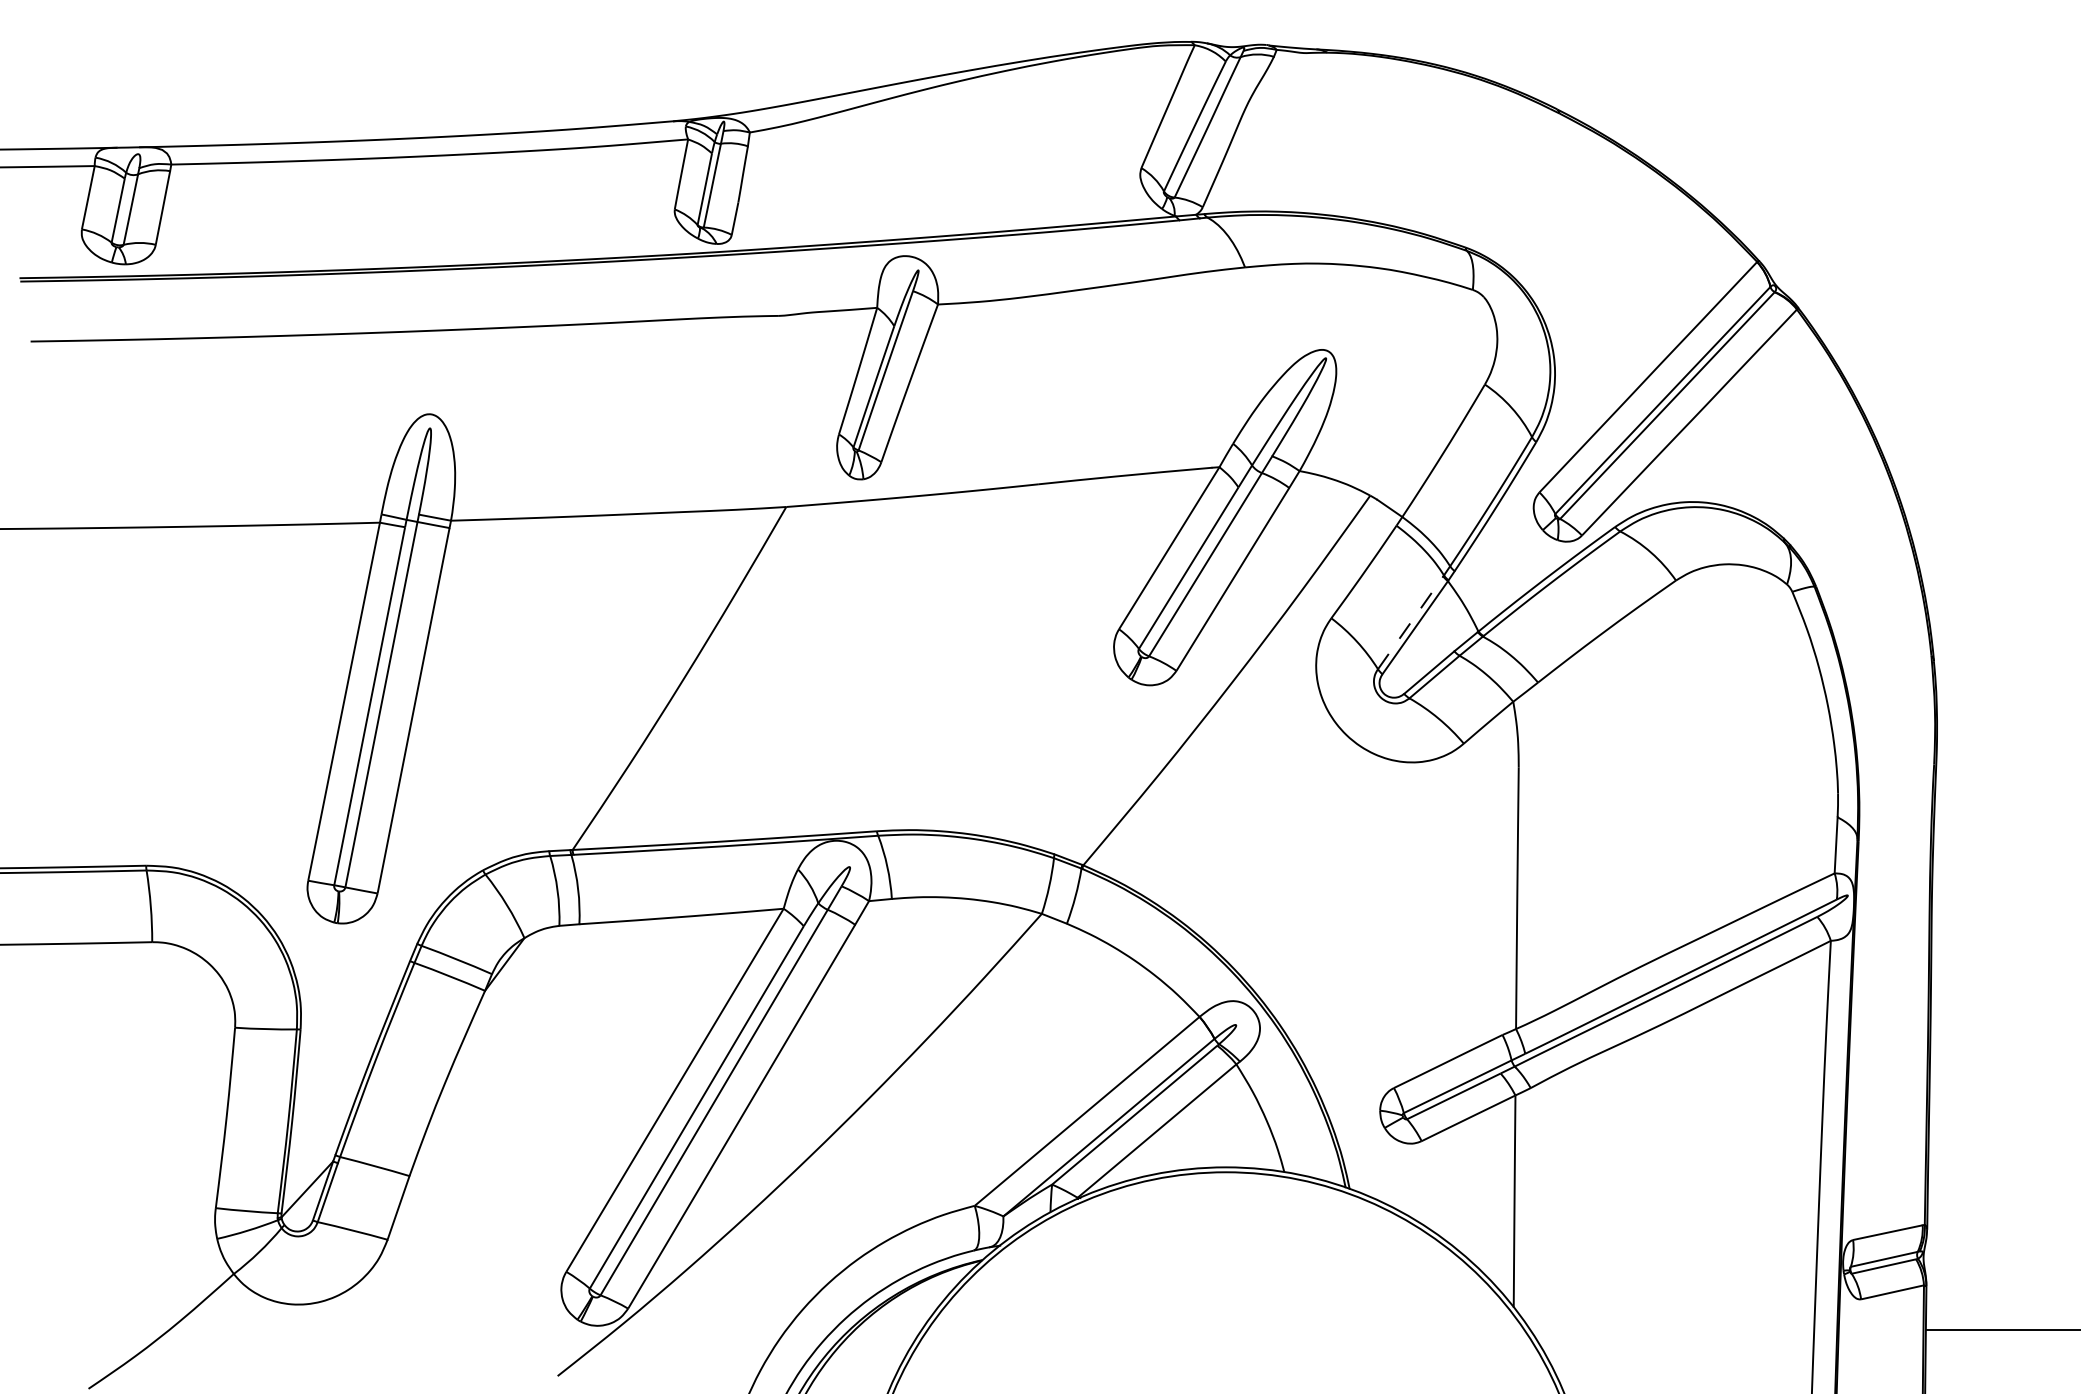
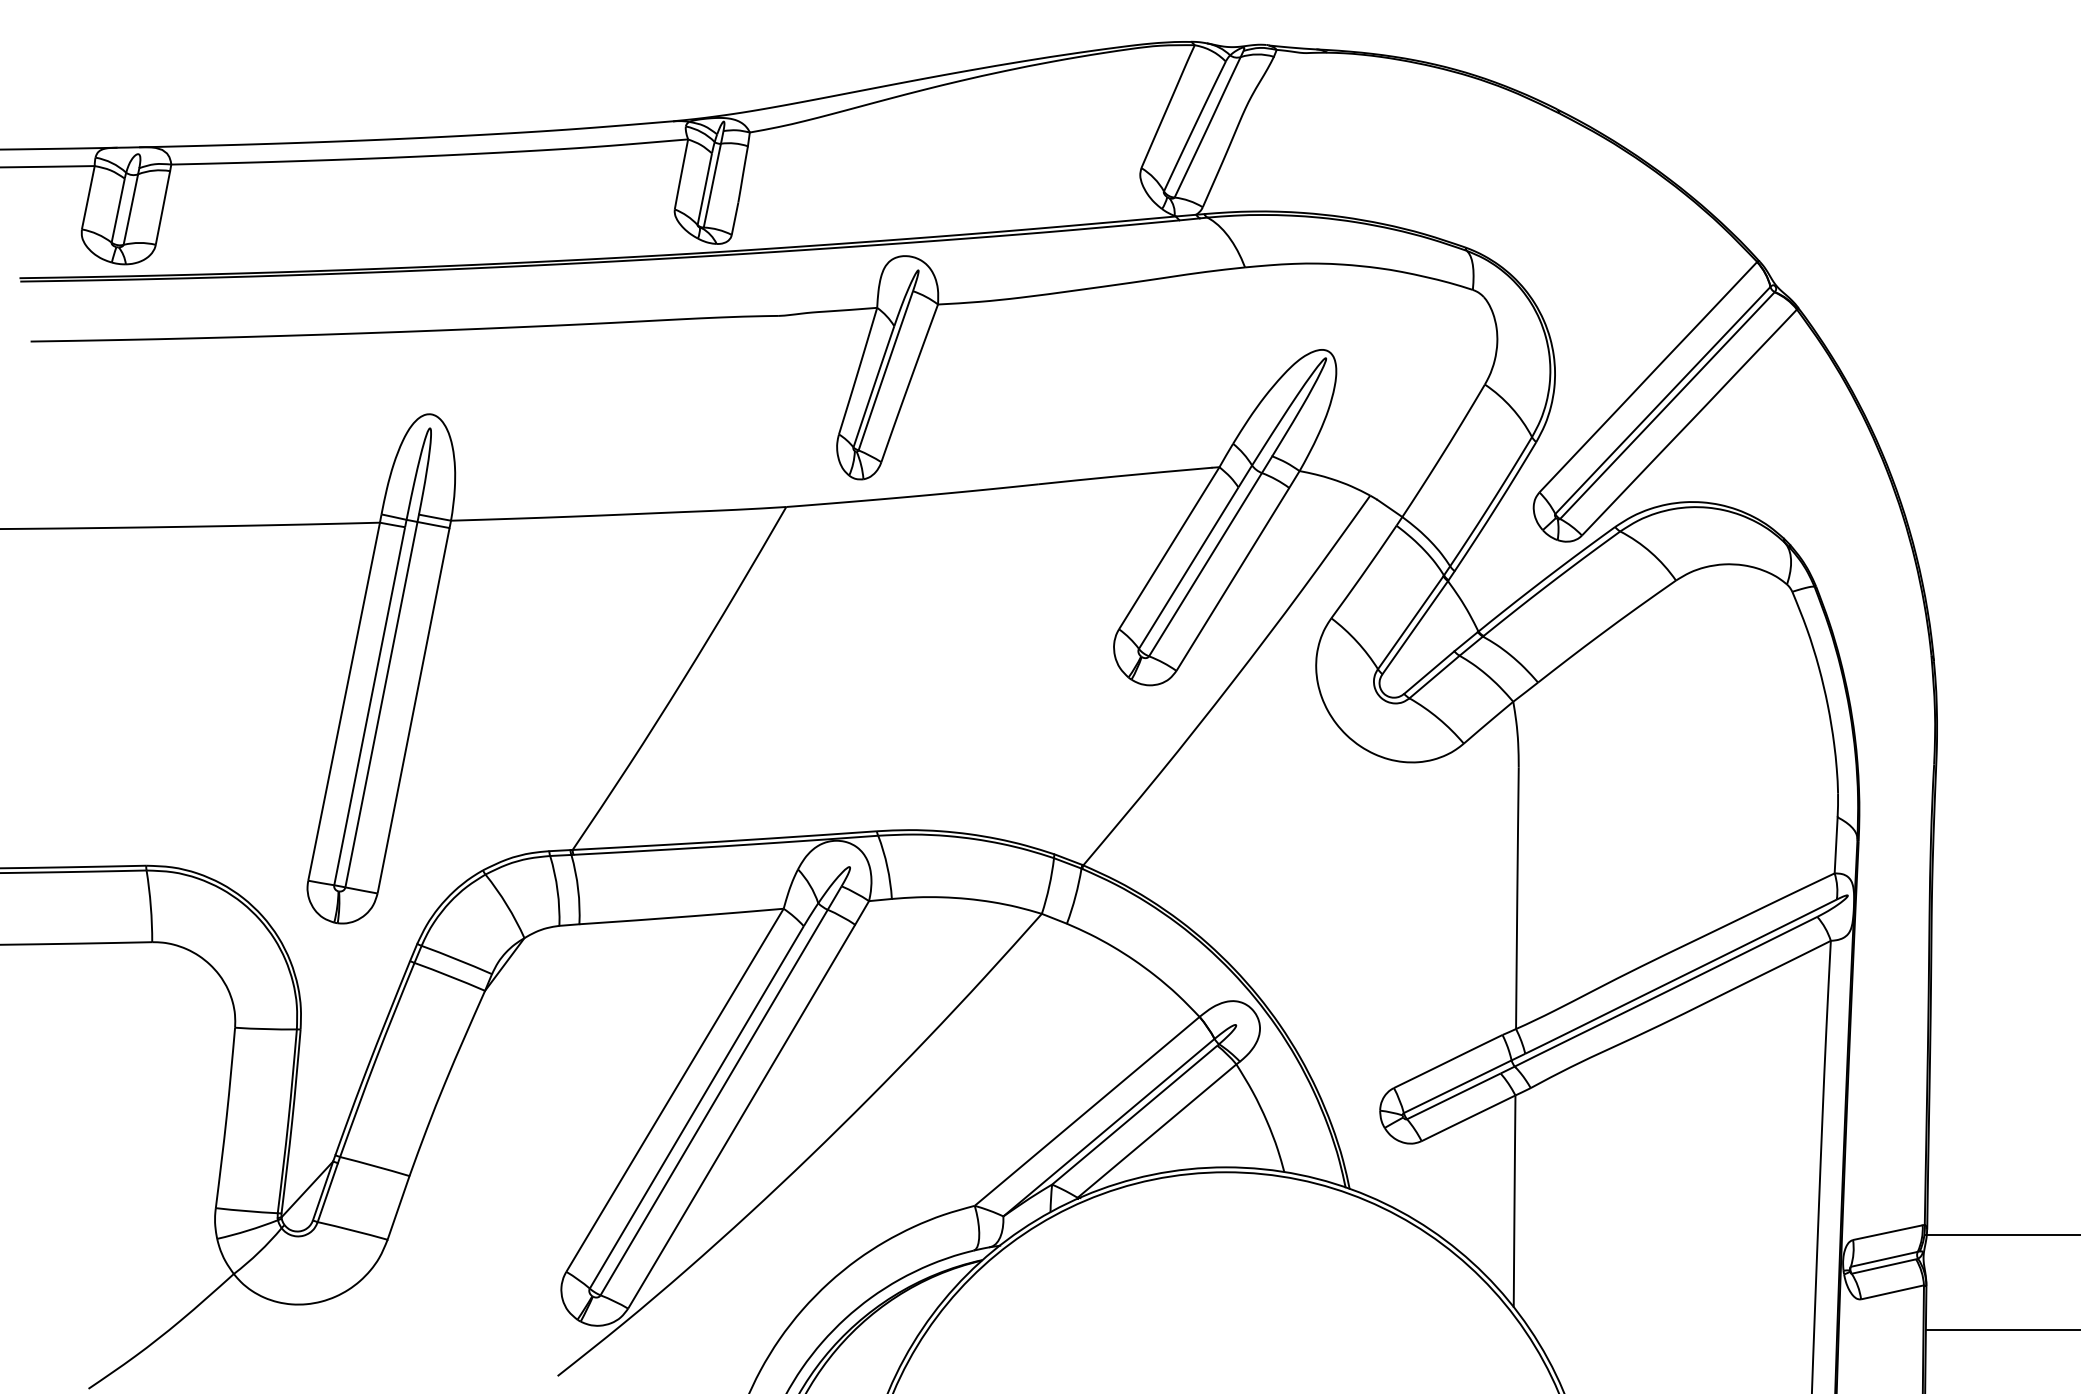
line at (1410, 622): dashed -> solid
line at (2001, 1235): none -> present
